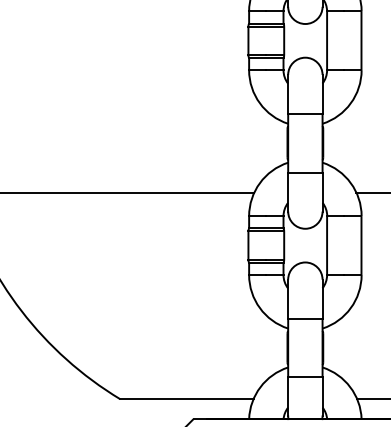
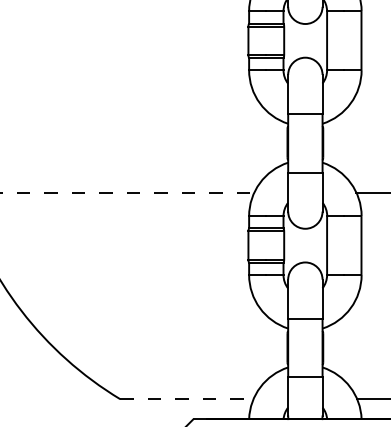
line at (127, 193): solid -> dashed
line at (186, 399): solid -> dashed
